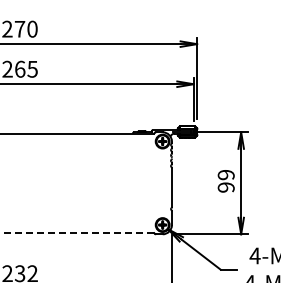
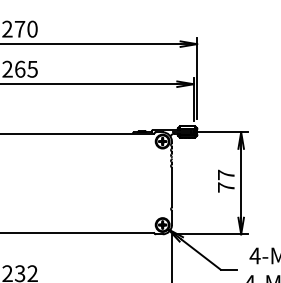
text at (225, 180): 99 -> 77
line at (77, 232): dashed -> solid
